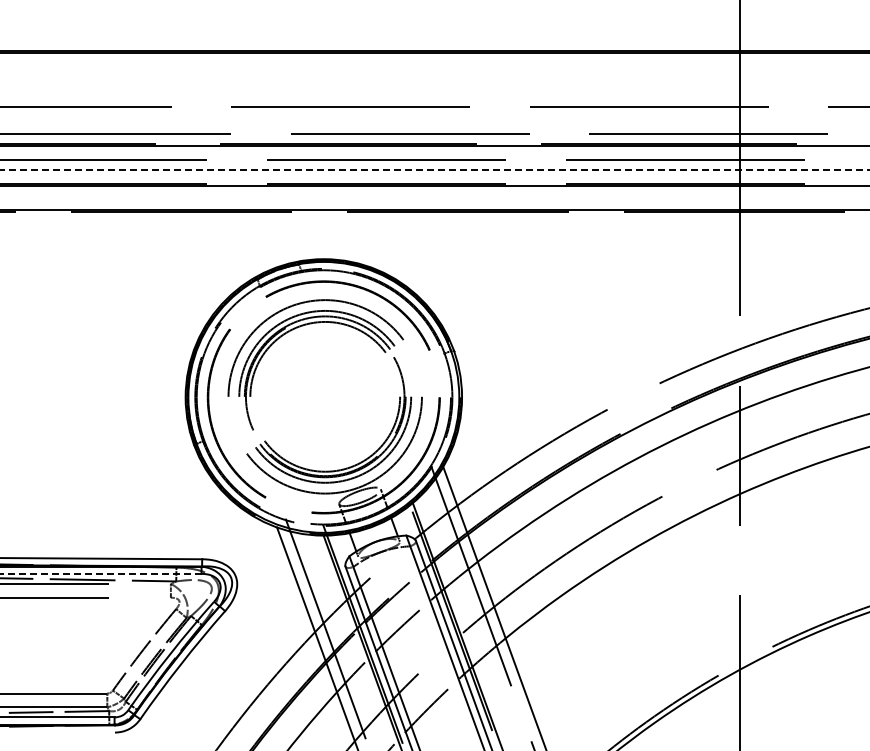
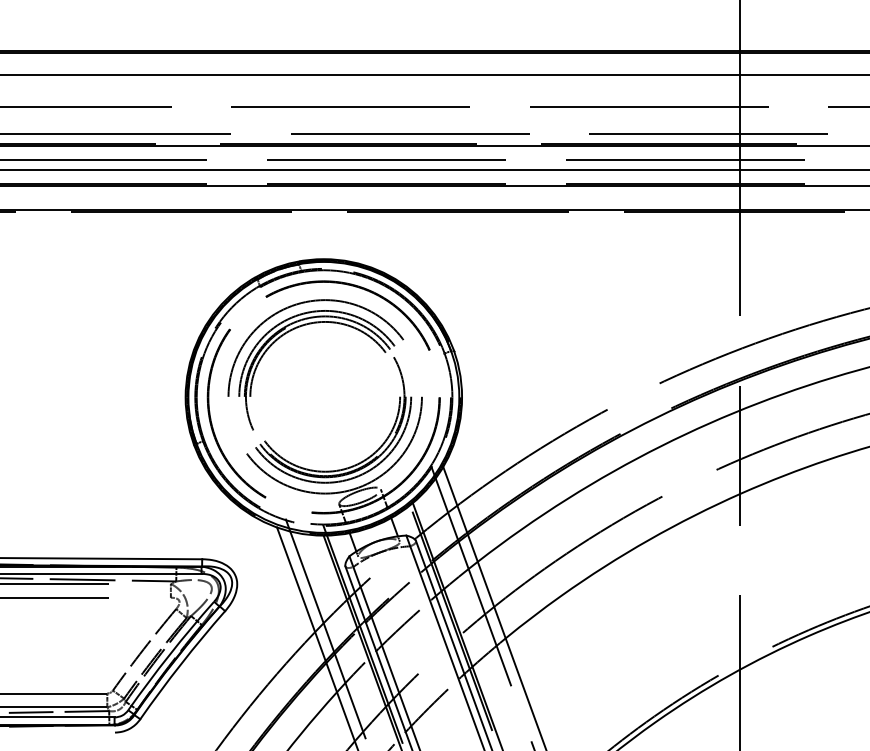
line at (434, 75): none -> present
line at (435, 169): dashed -> solid
line at (100, 573): dashed -> solid
